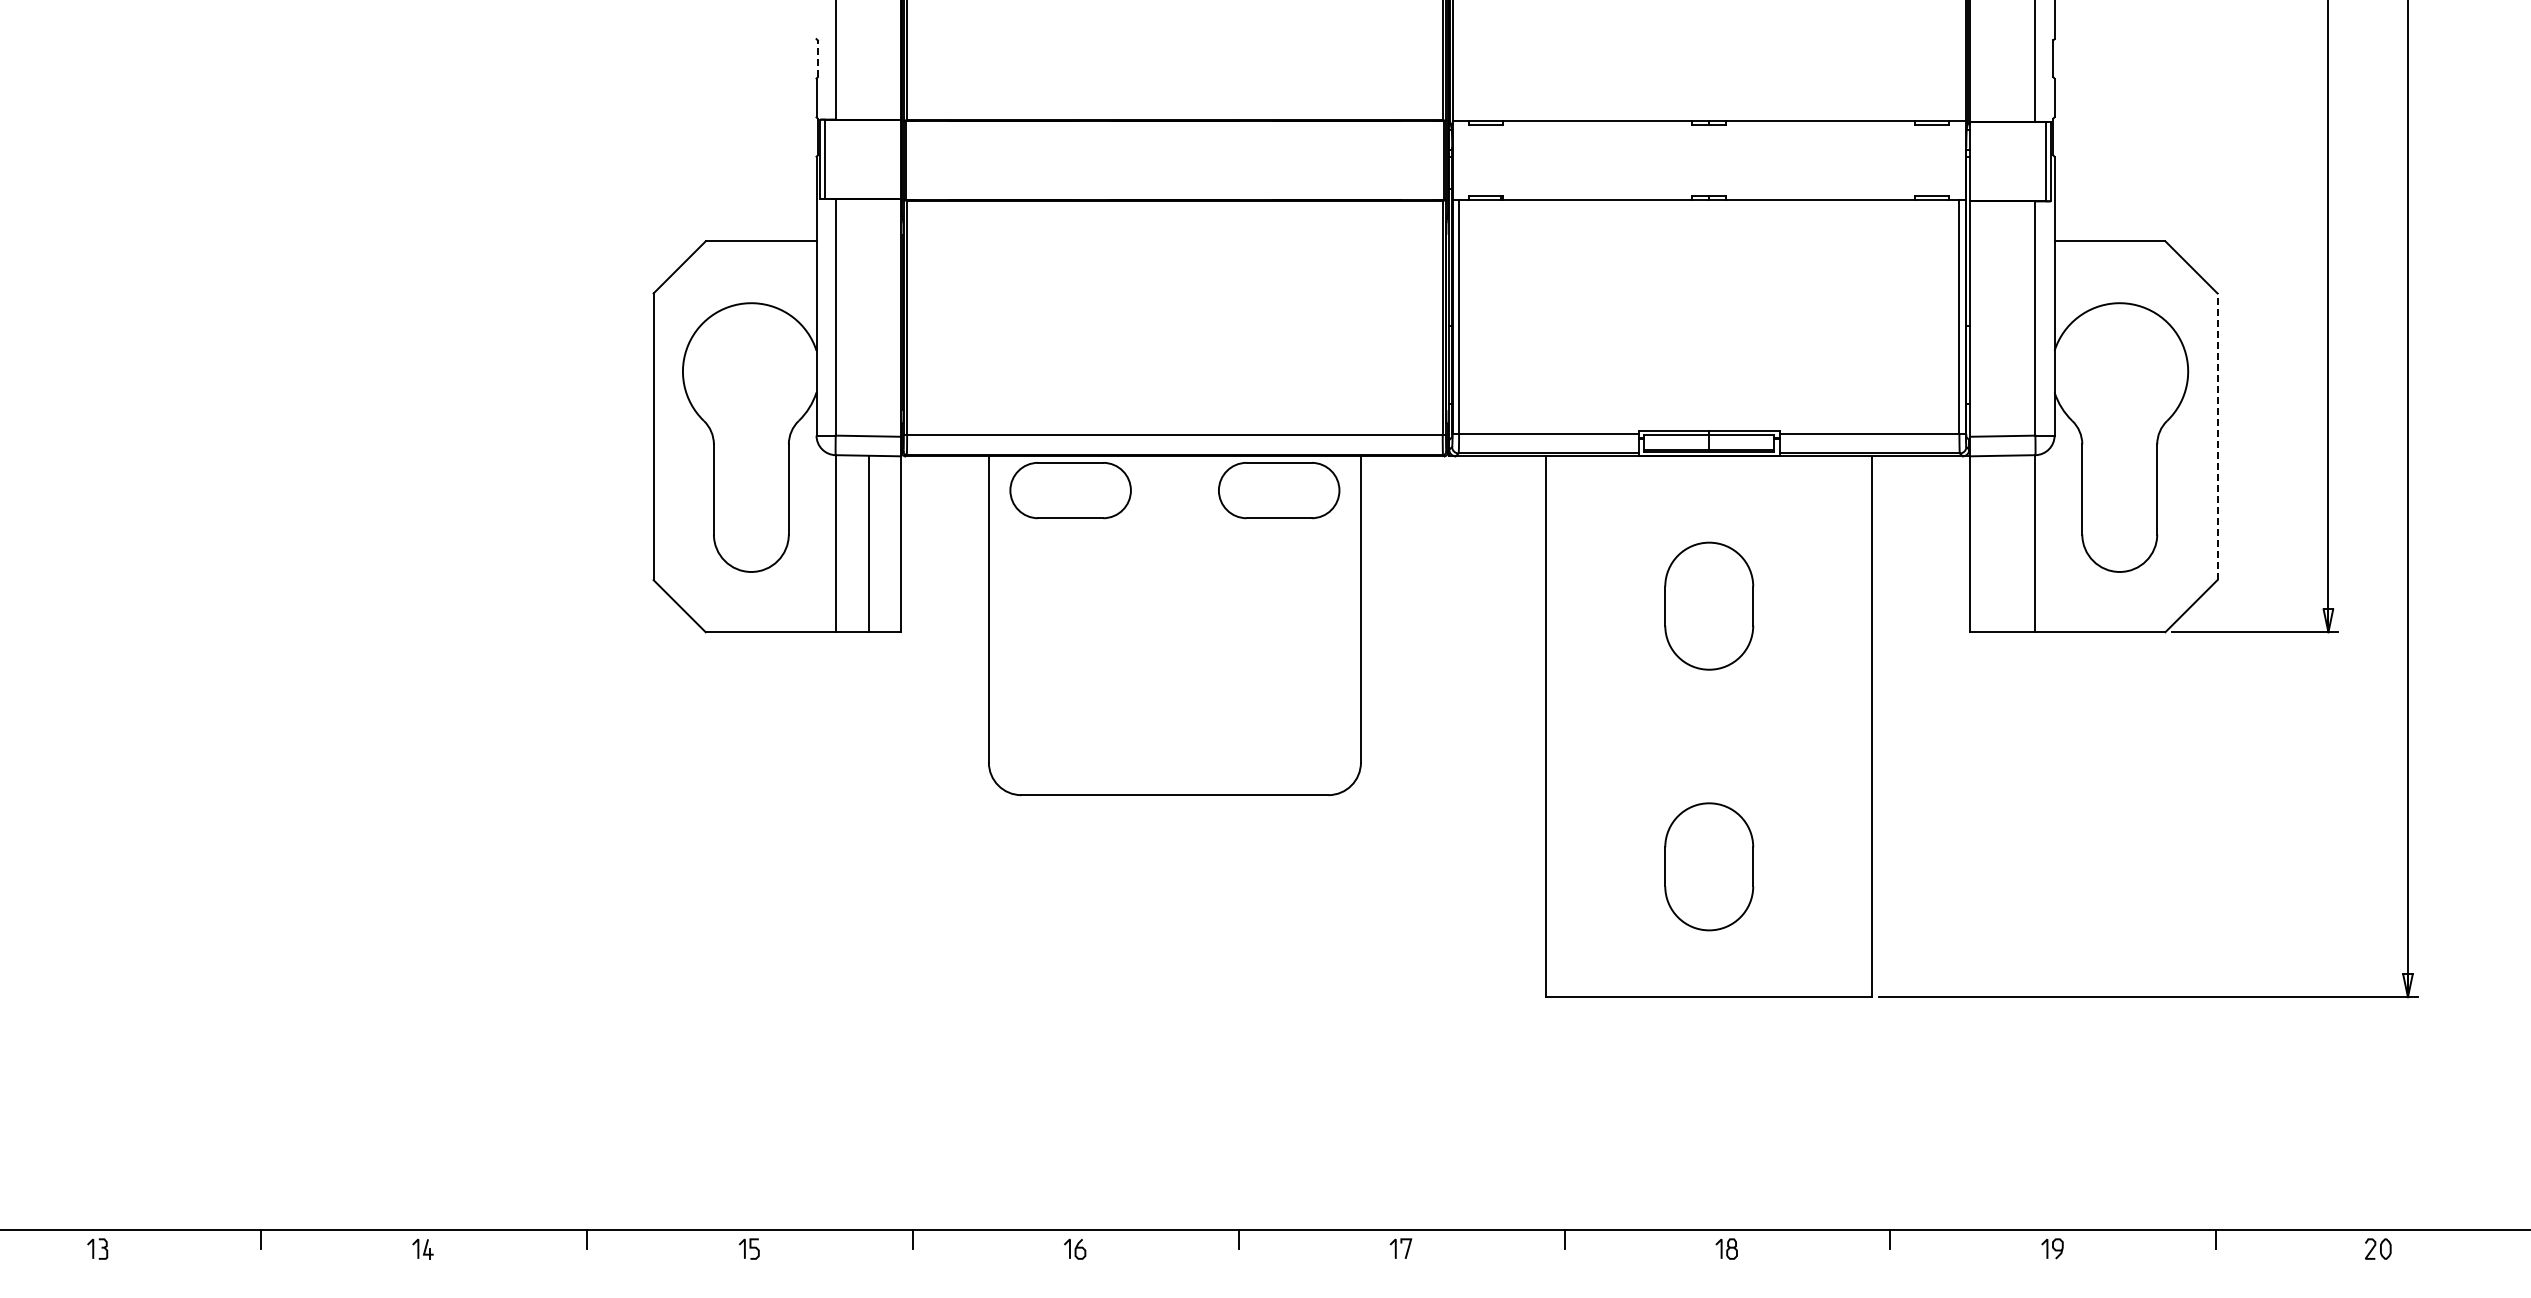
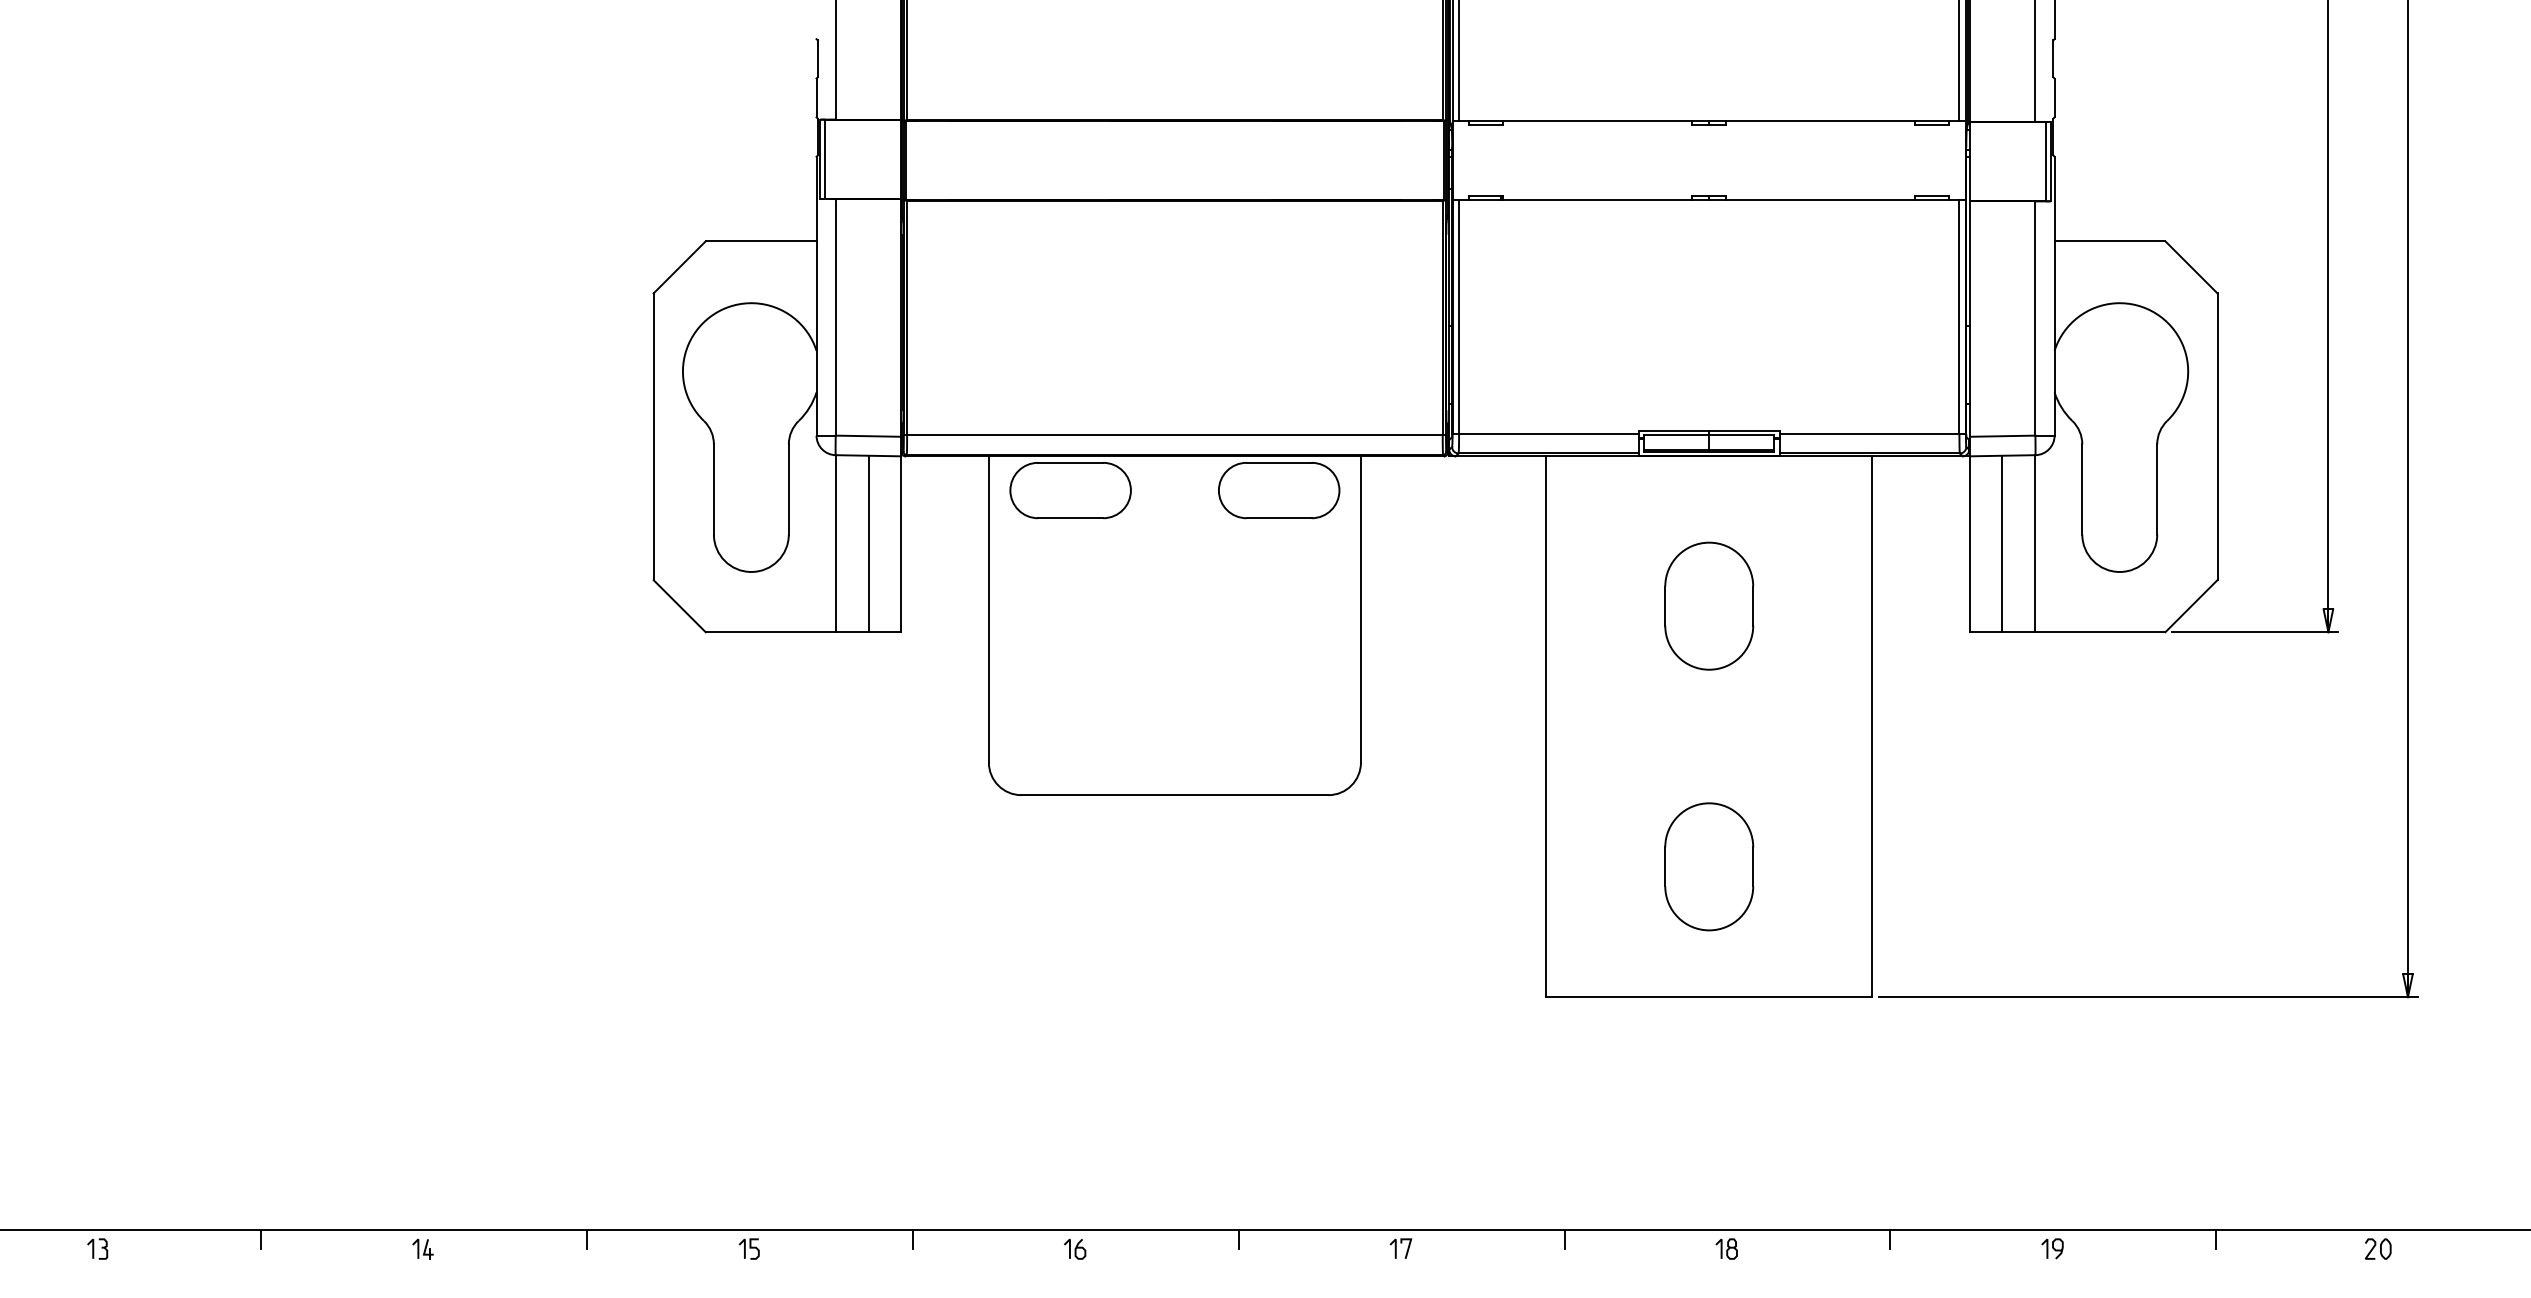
line at (817, 58): dashed -> solid
line at (1459, 61): none -> present
line at (1959, 61): none -> present
line at (2217, 436): dashed -> solid
line at (2002, 543): none -> present
